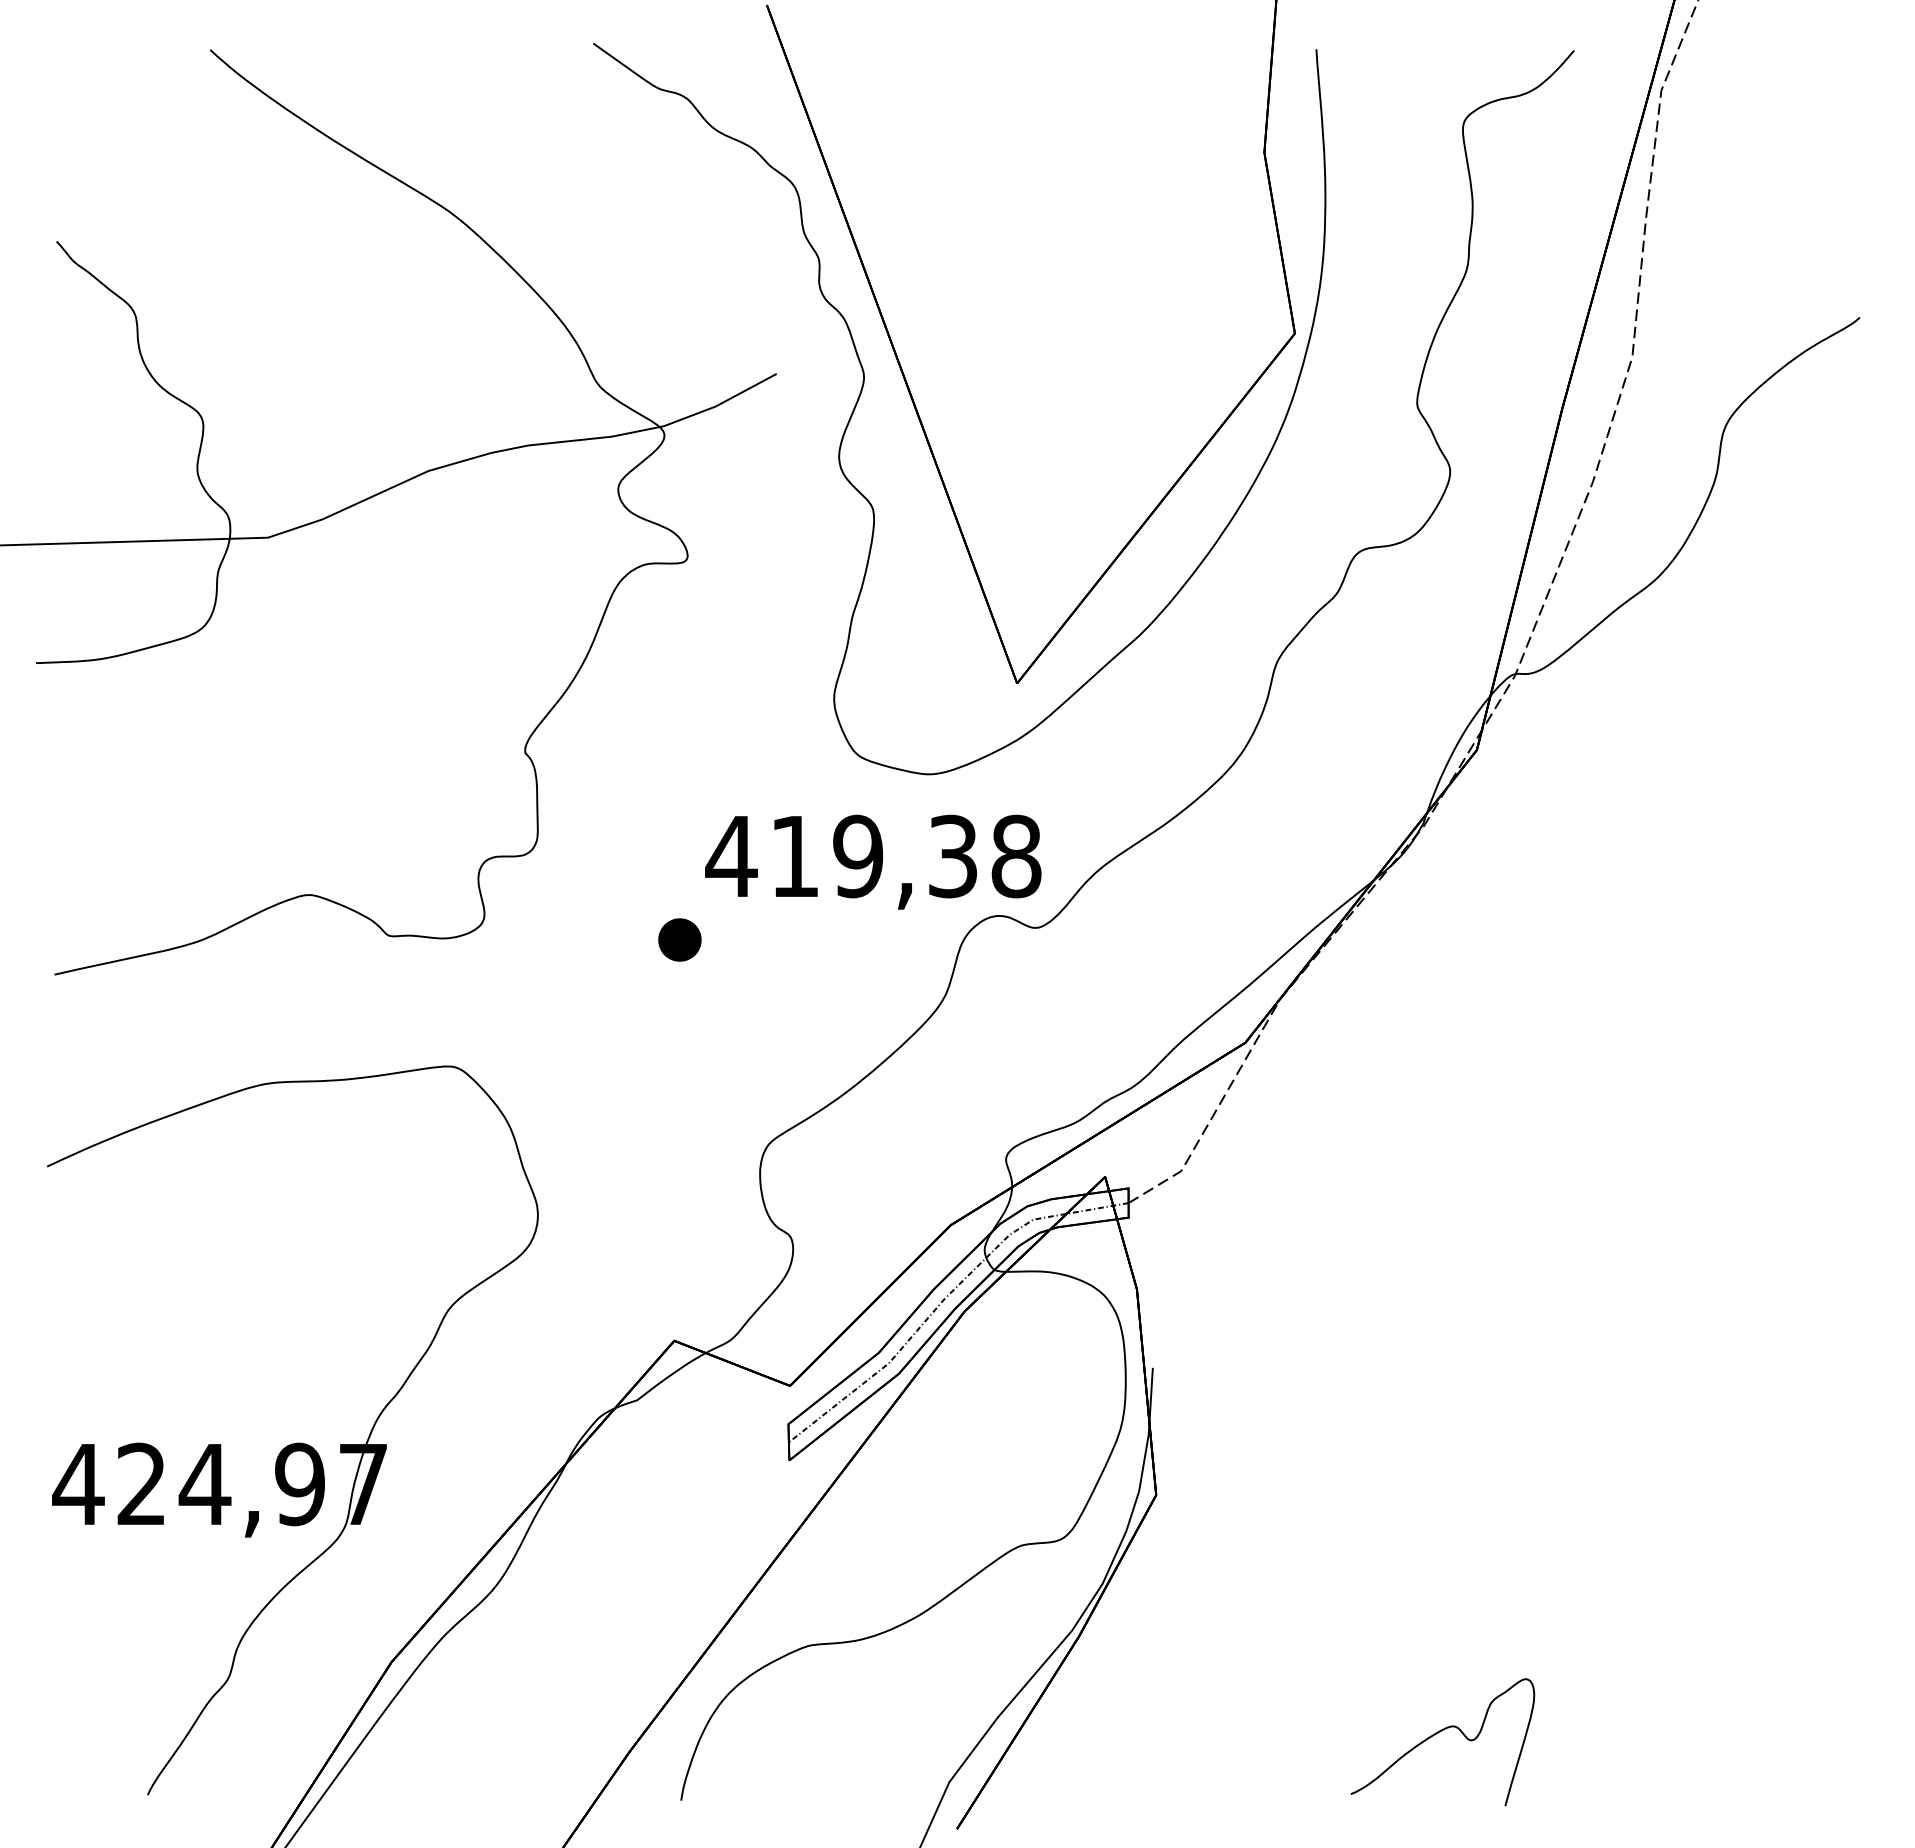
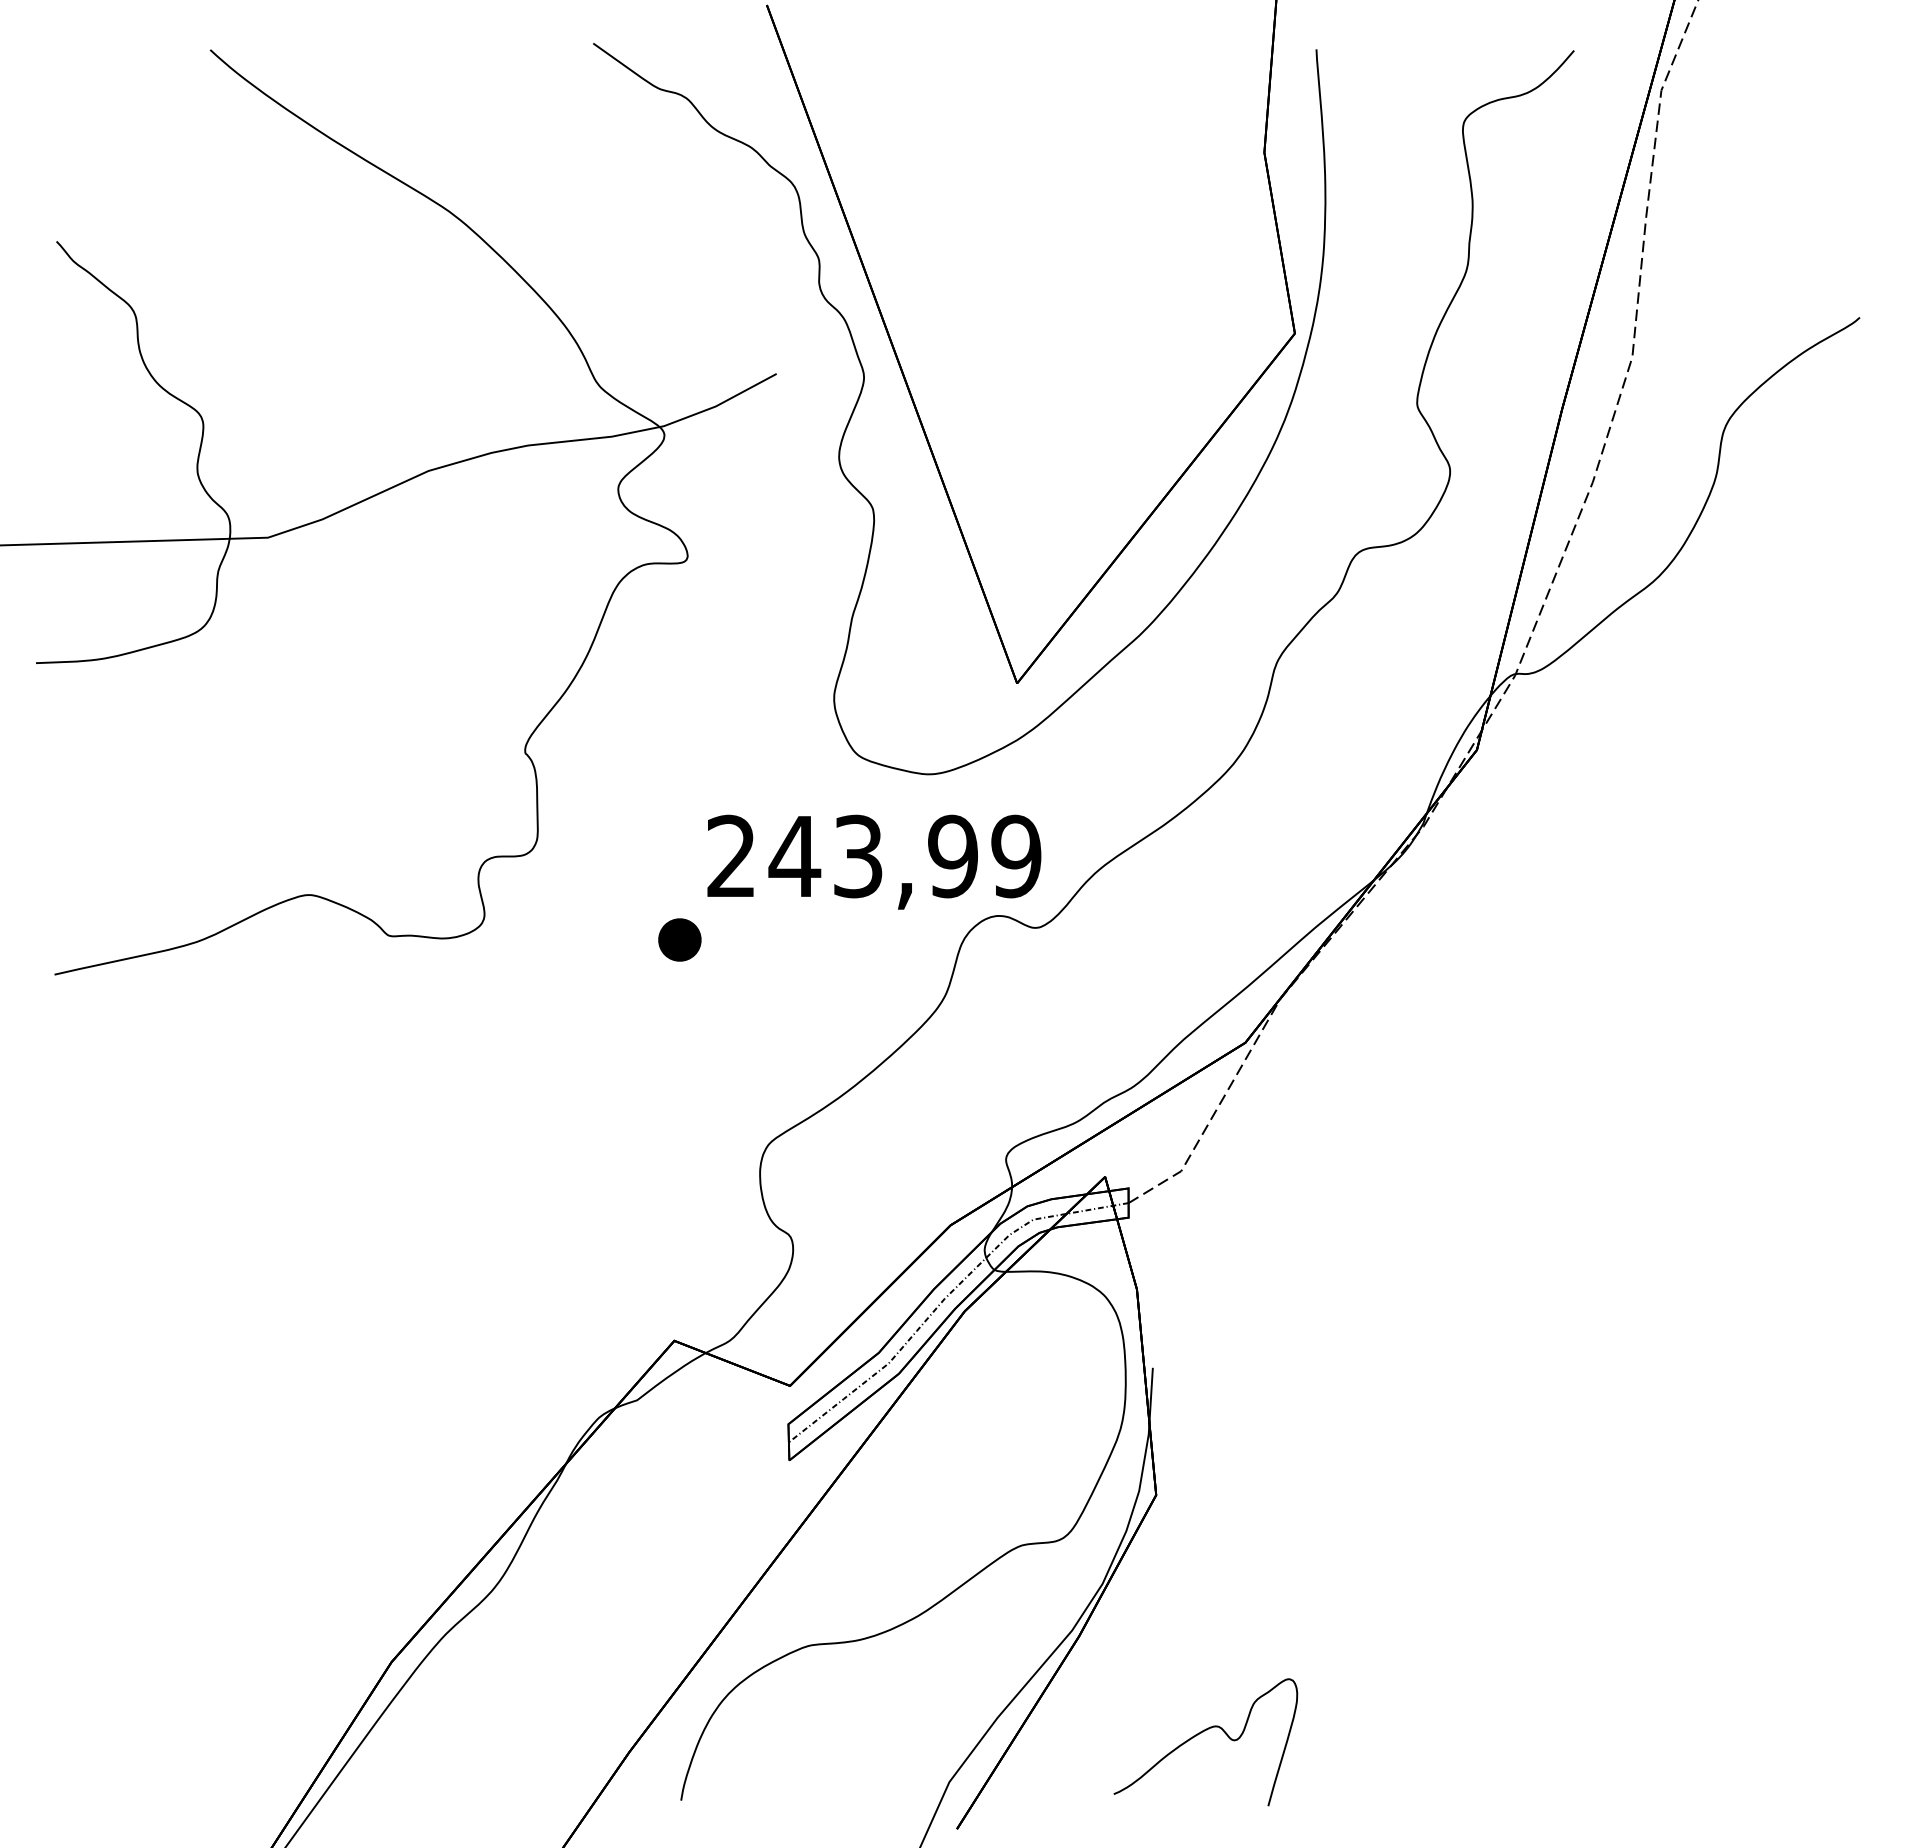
text at (873, 856): 419,38 -> 243,99
part at (296, 1442): present -> none
part at (1438, 1733) position: (1438, 1733) -> (1201, 1733)
